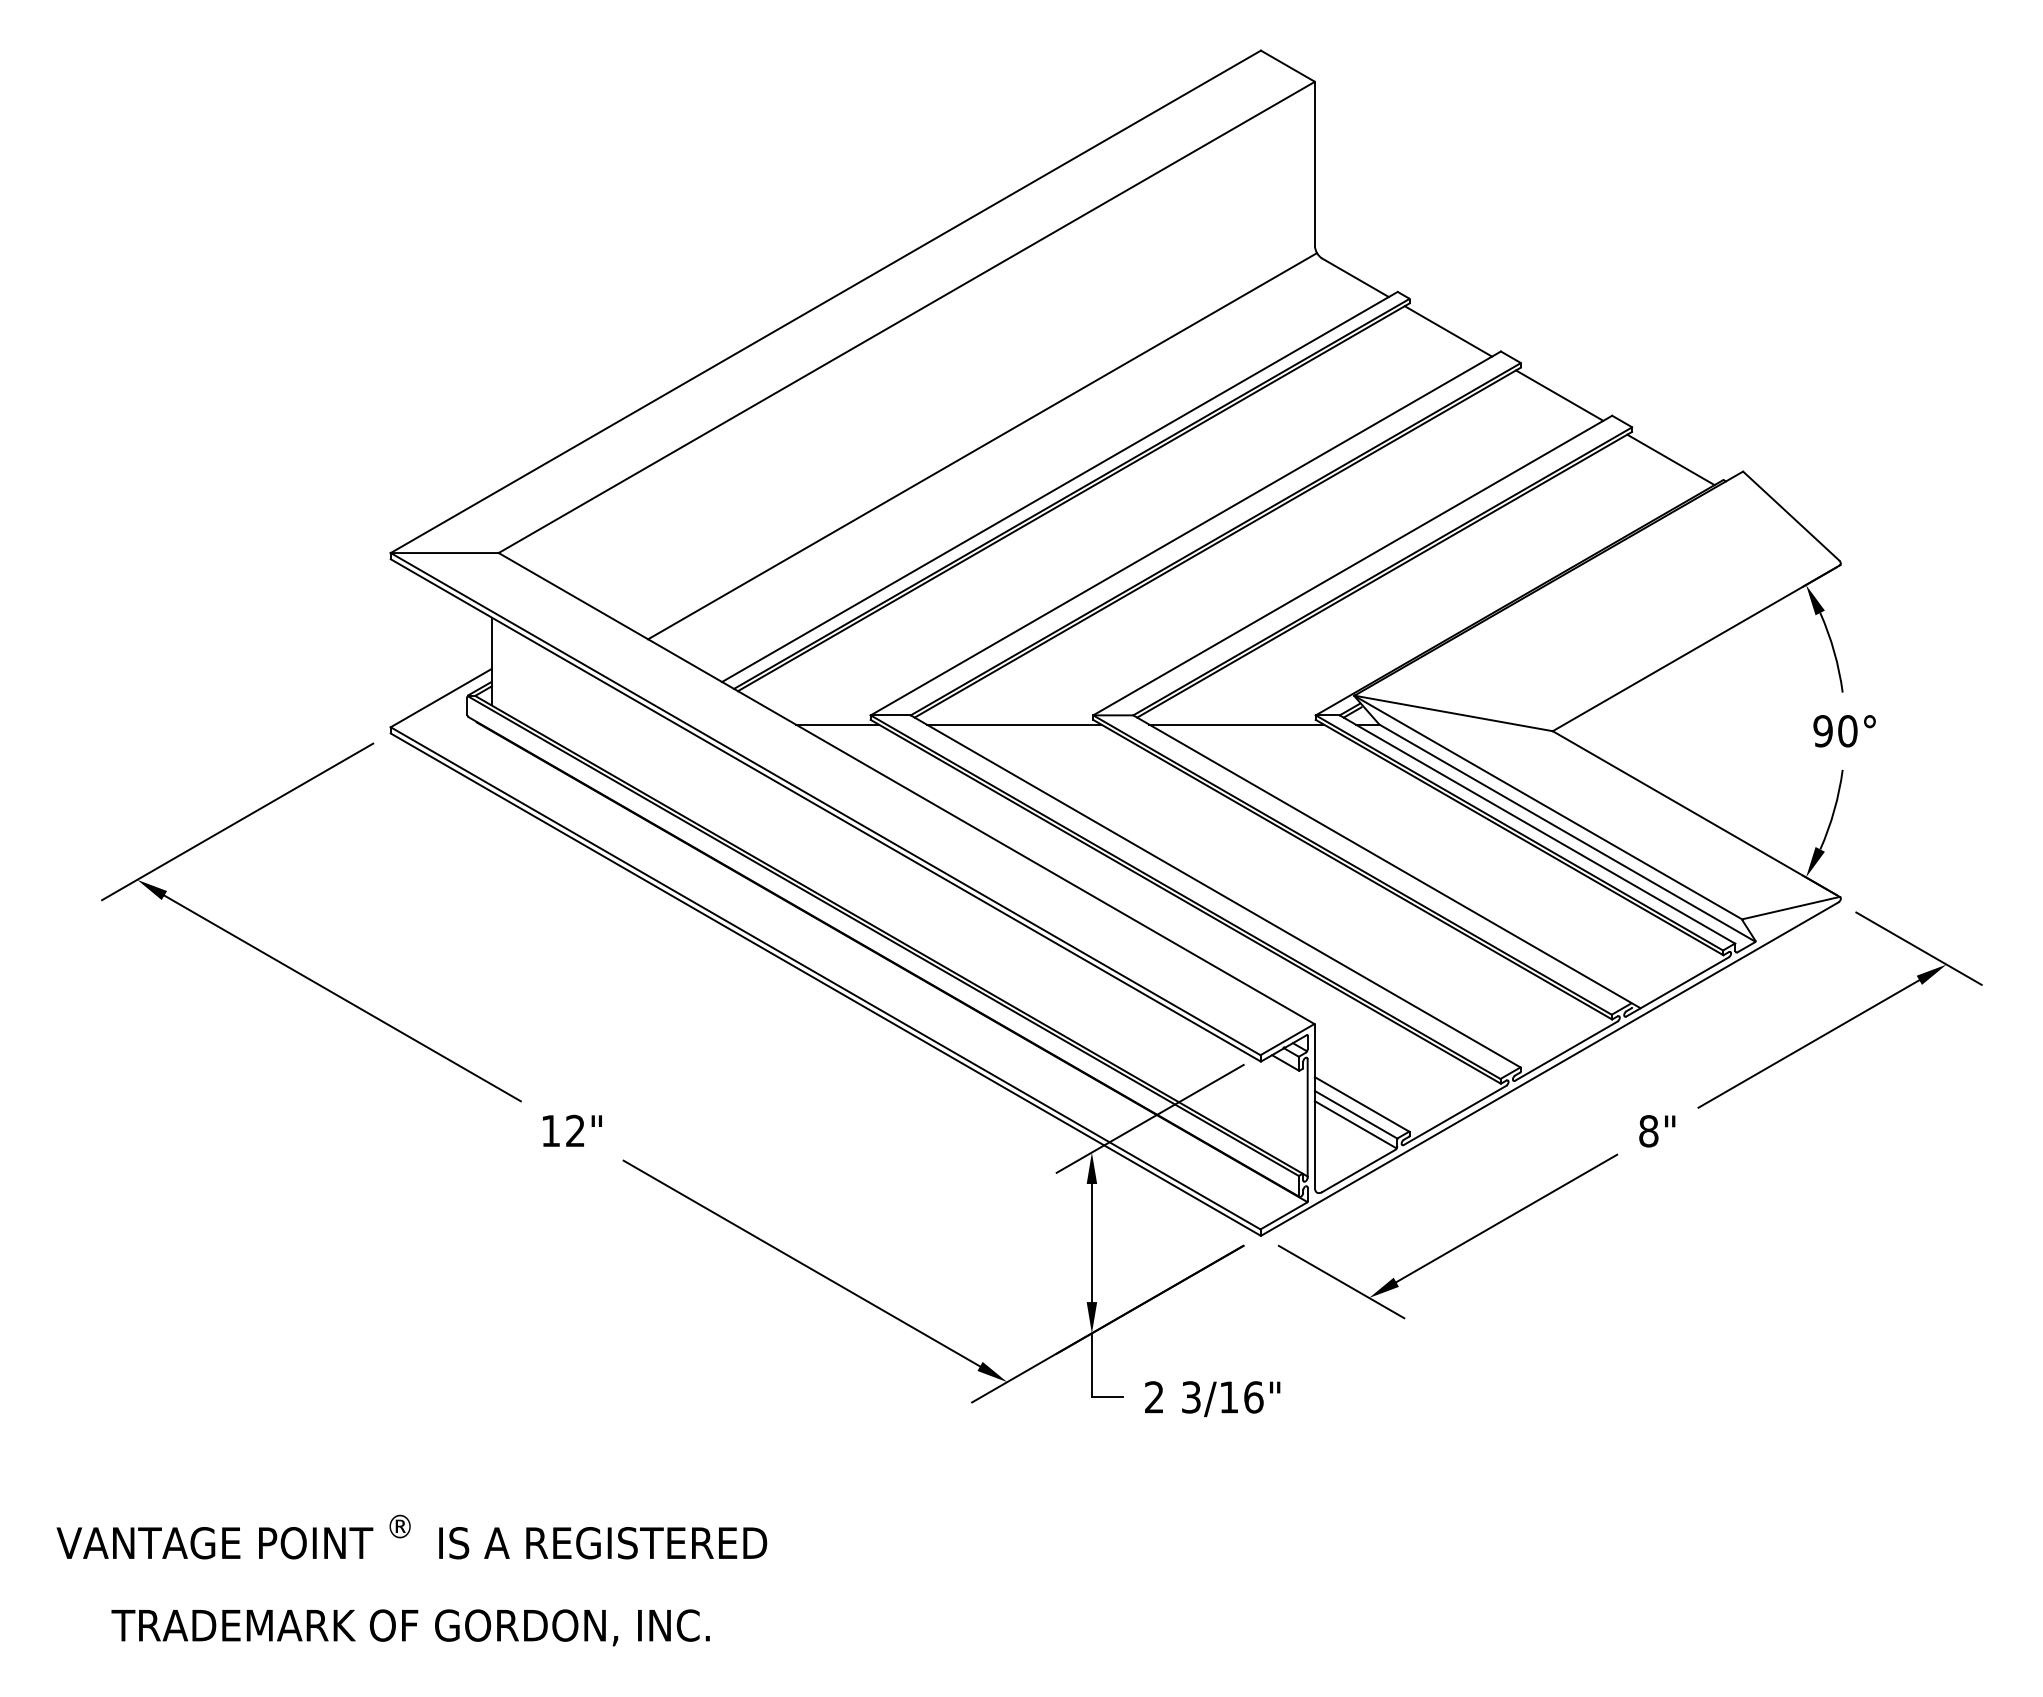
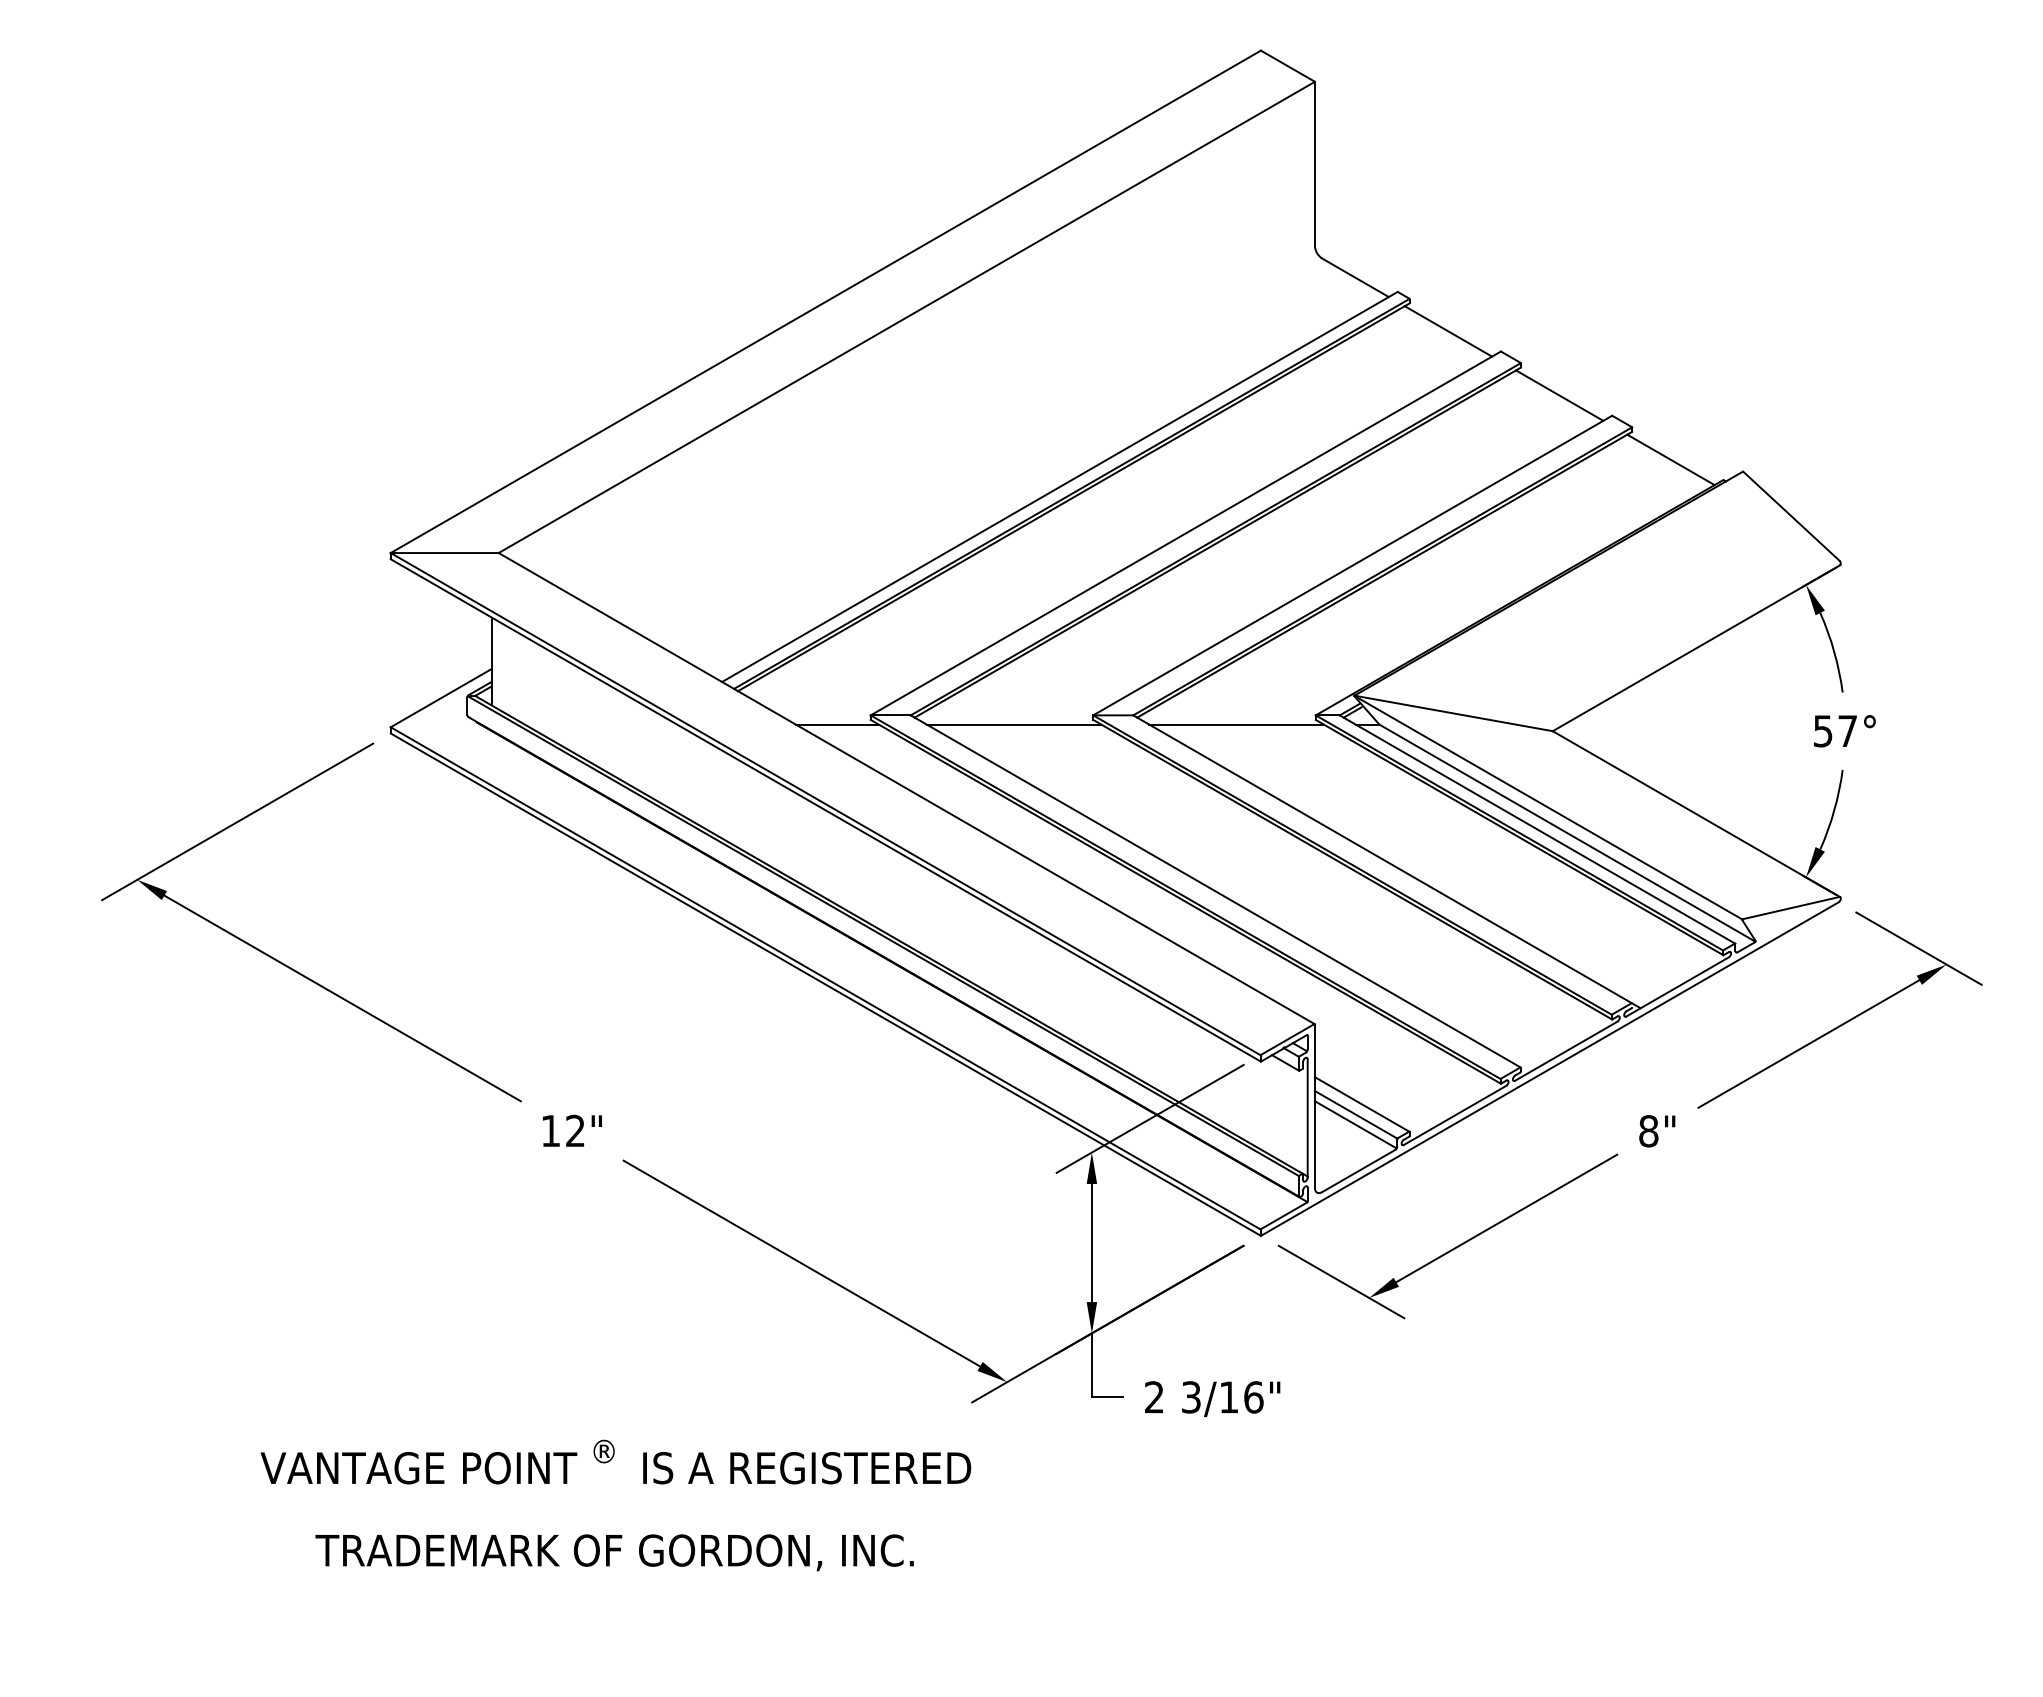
line at (982, 446): present -> none
text at (1835, 731): 90° -> 57°
text at (411, 1580) position: (411, 1580) -> (615, 1505)
